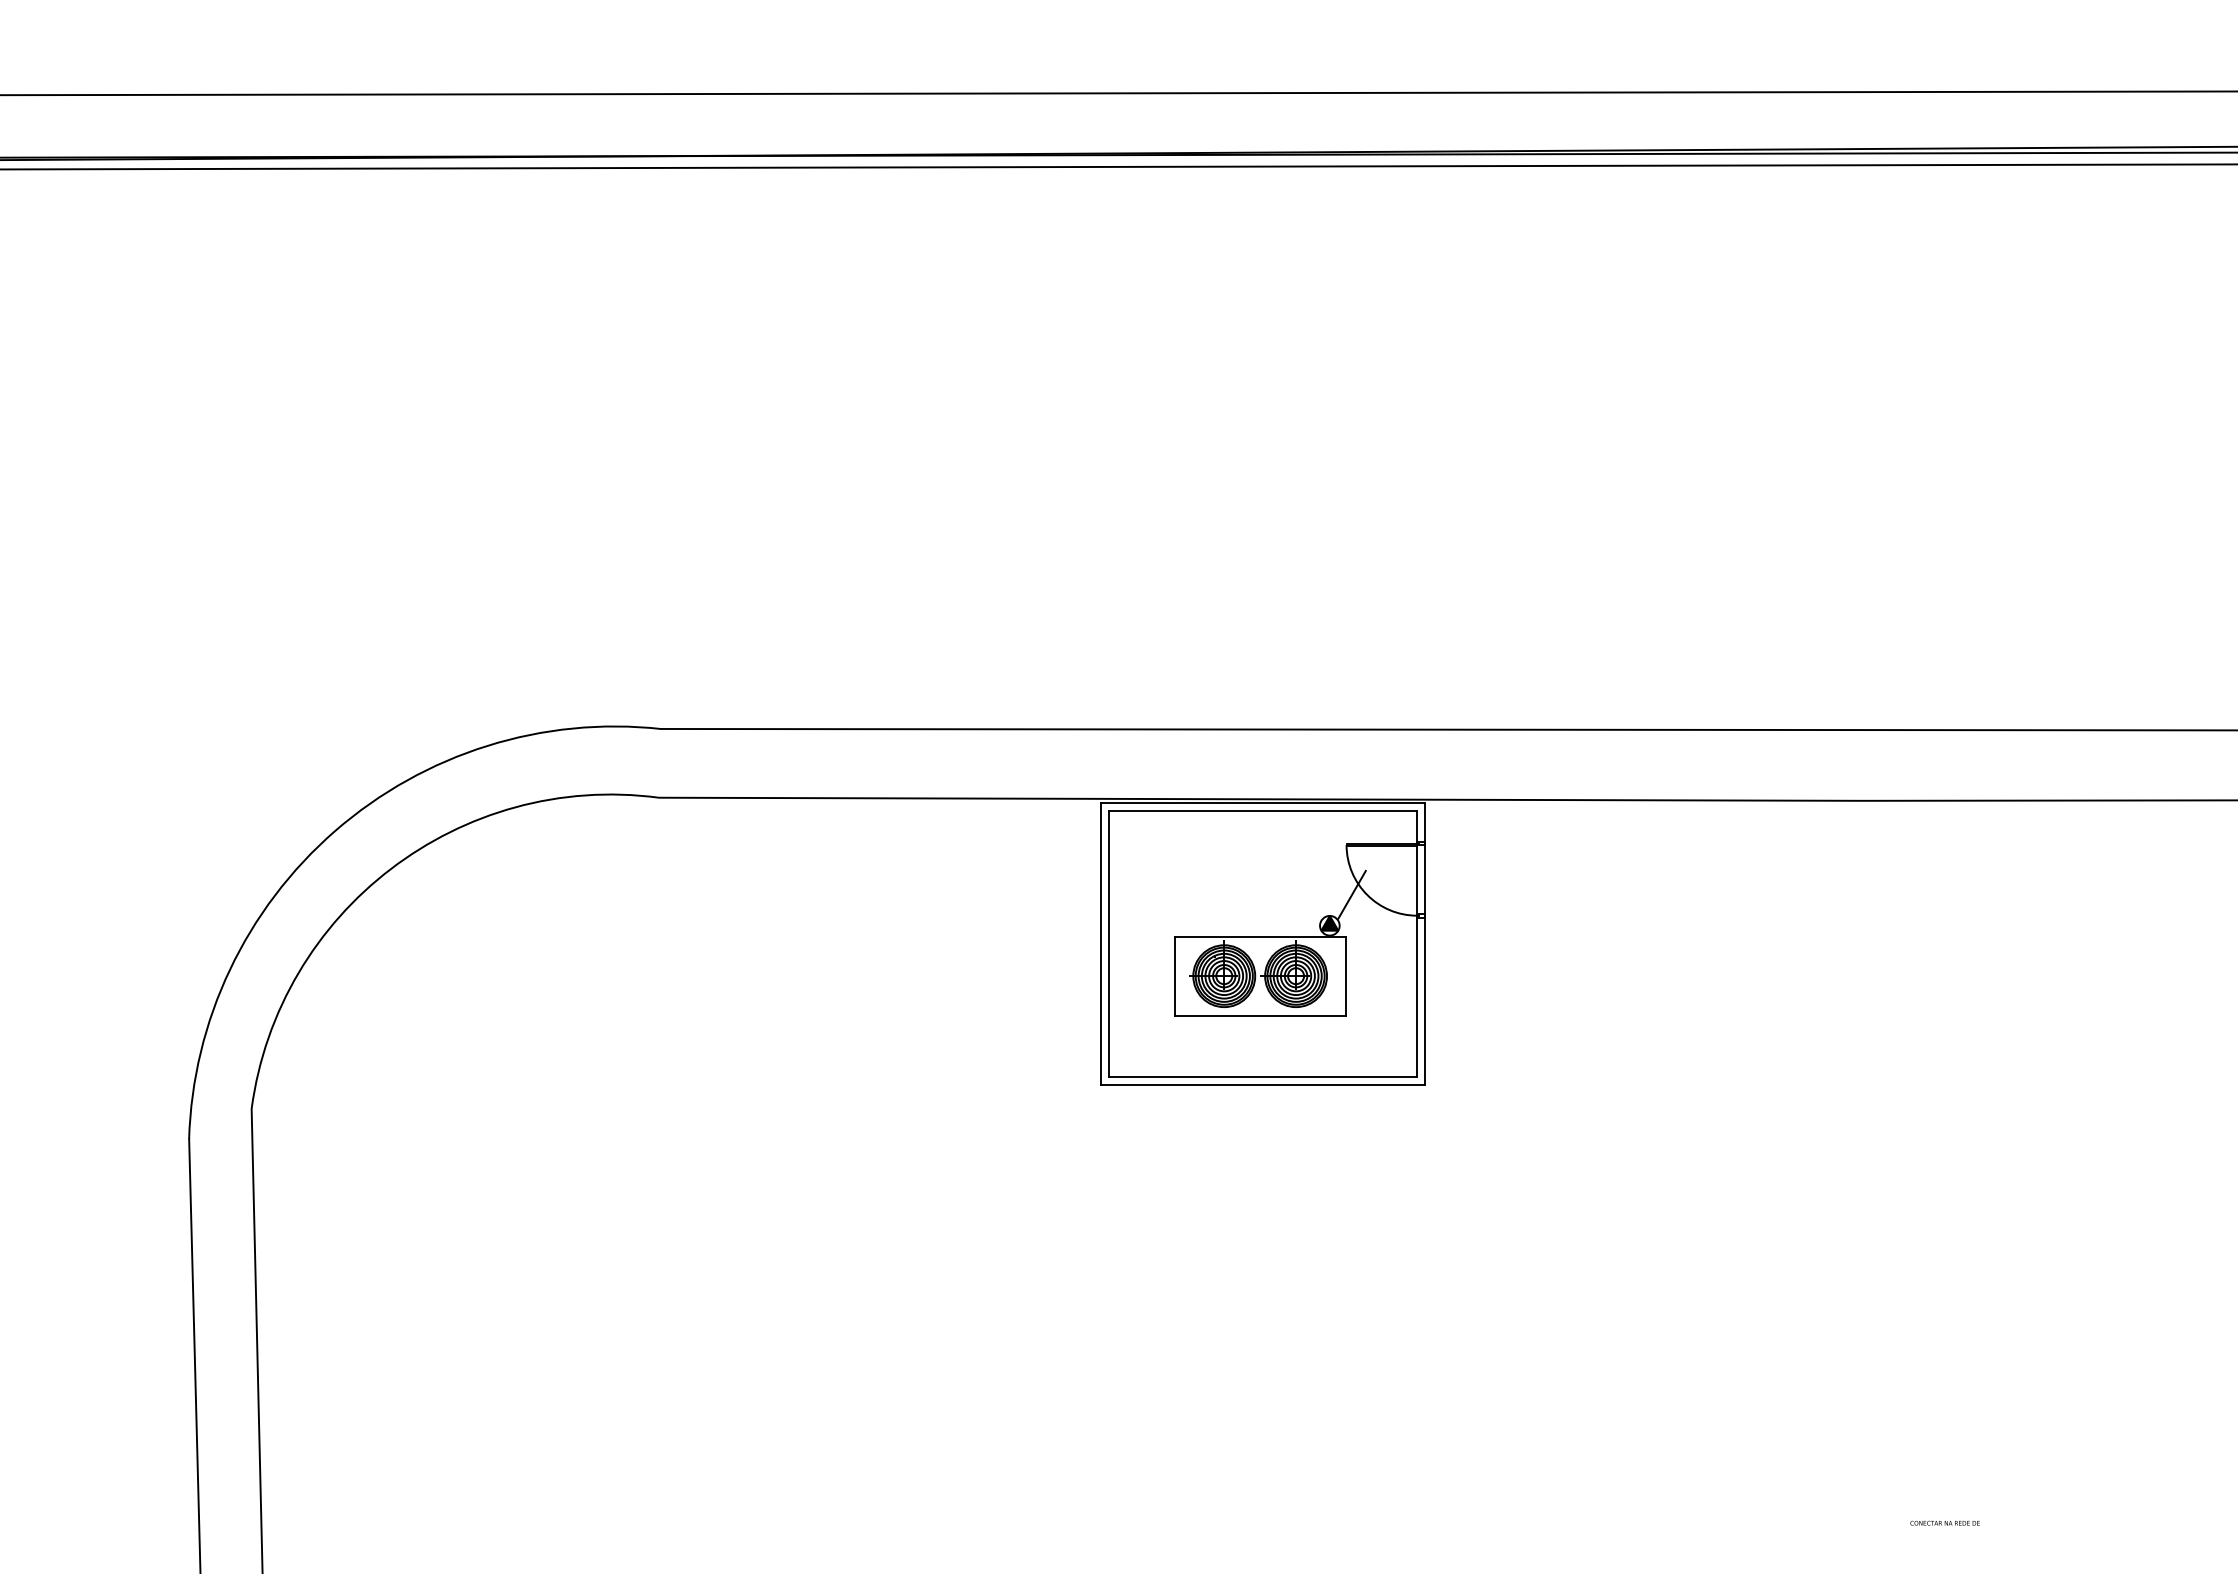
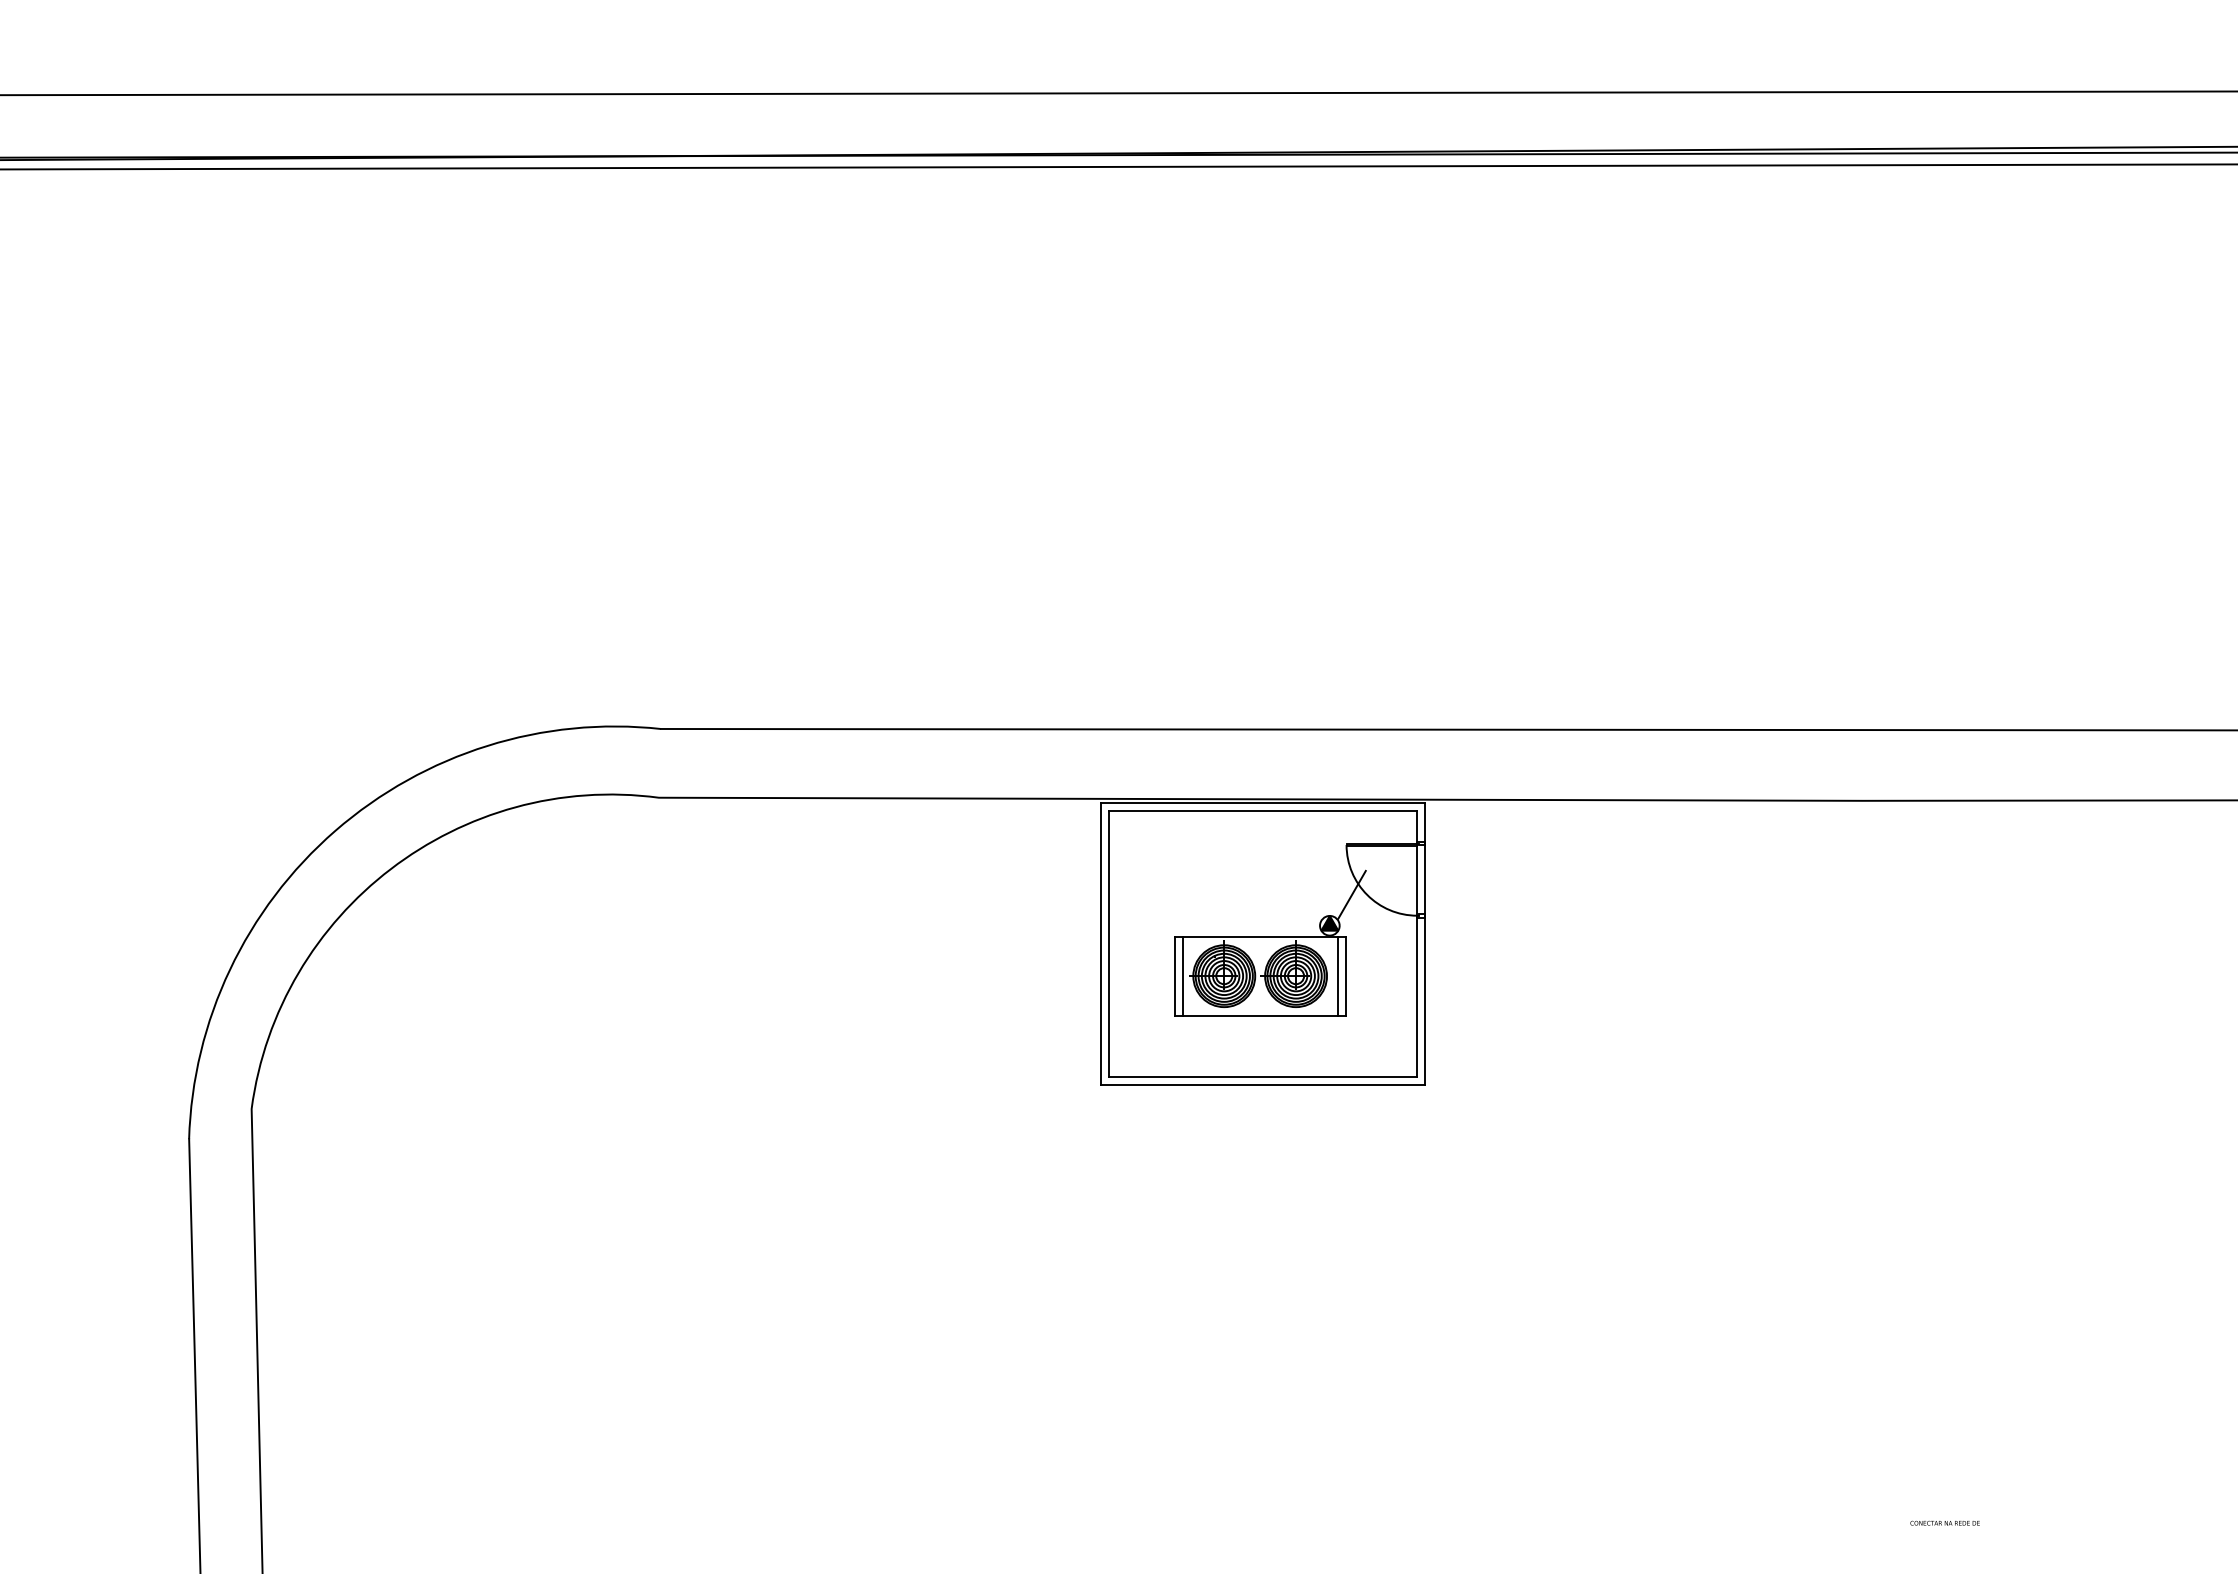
line at (1182, 976): none -> present
line at (1337, 976): none -> present
